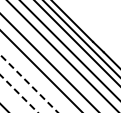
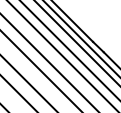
line at (29, 83): dashed -> solid
line at (18, 93): dashed -> solid
